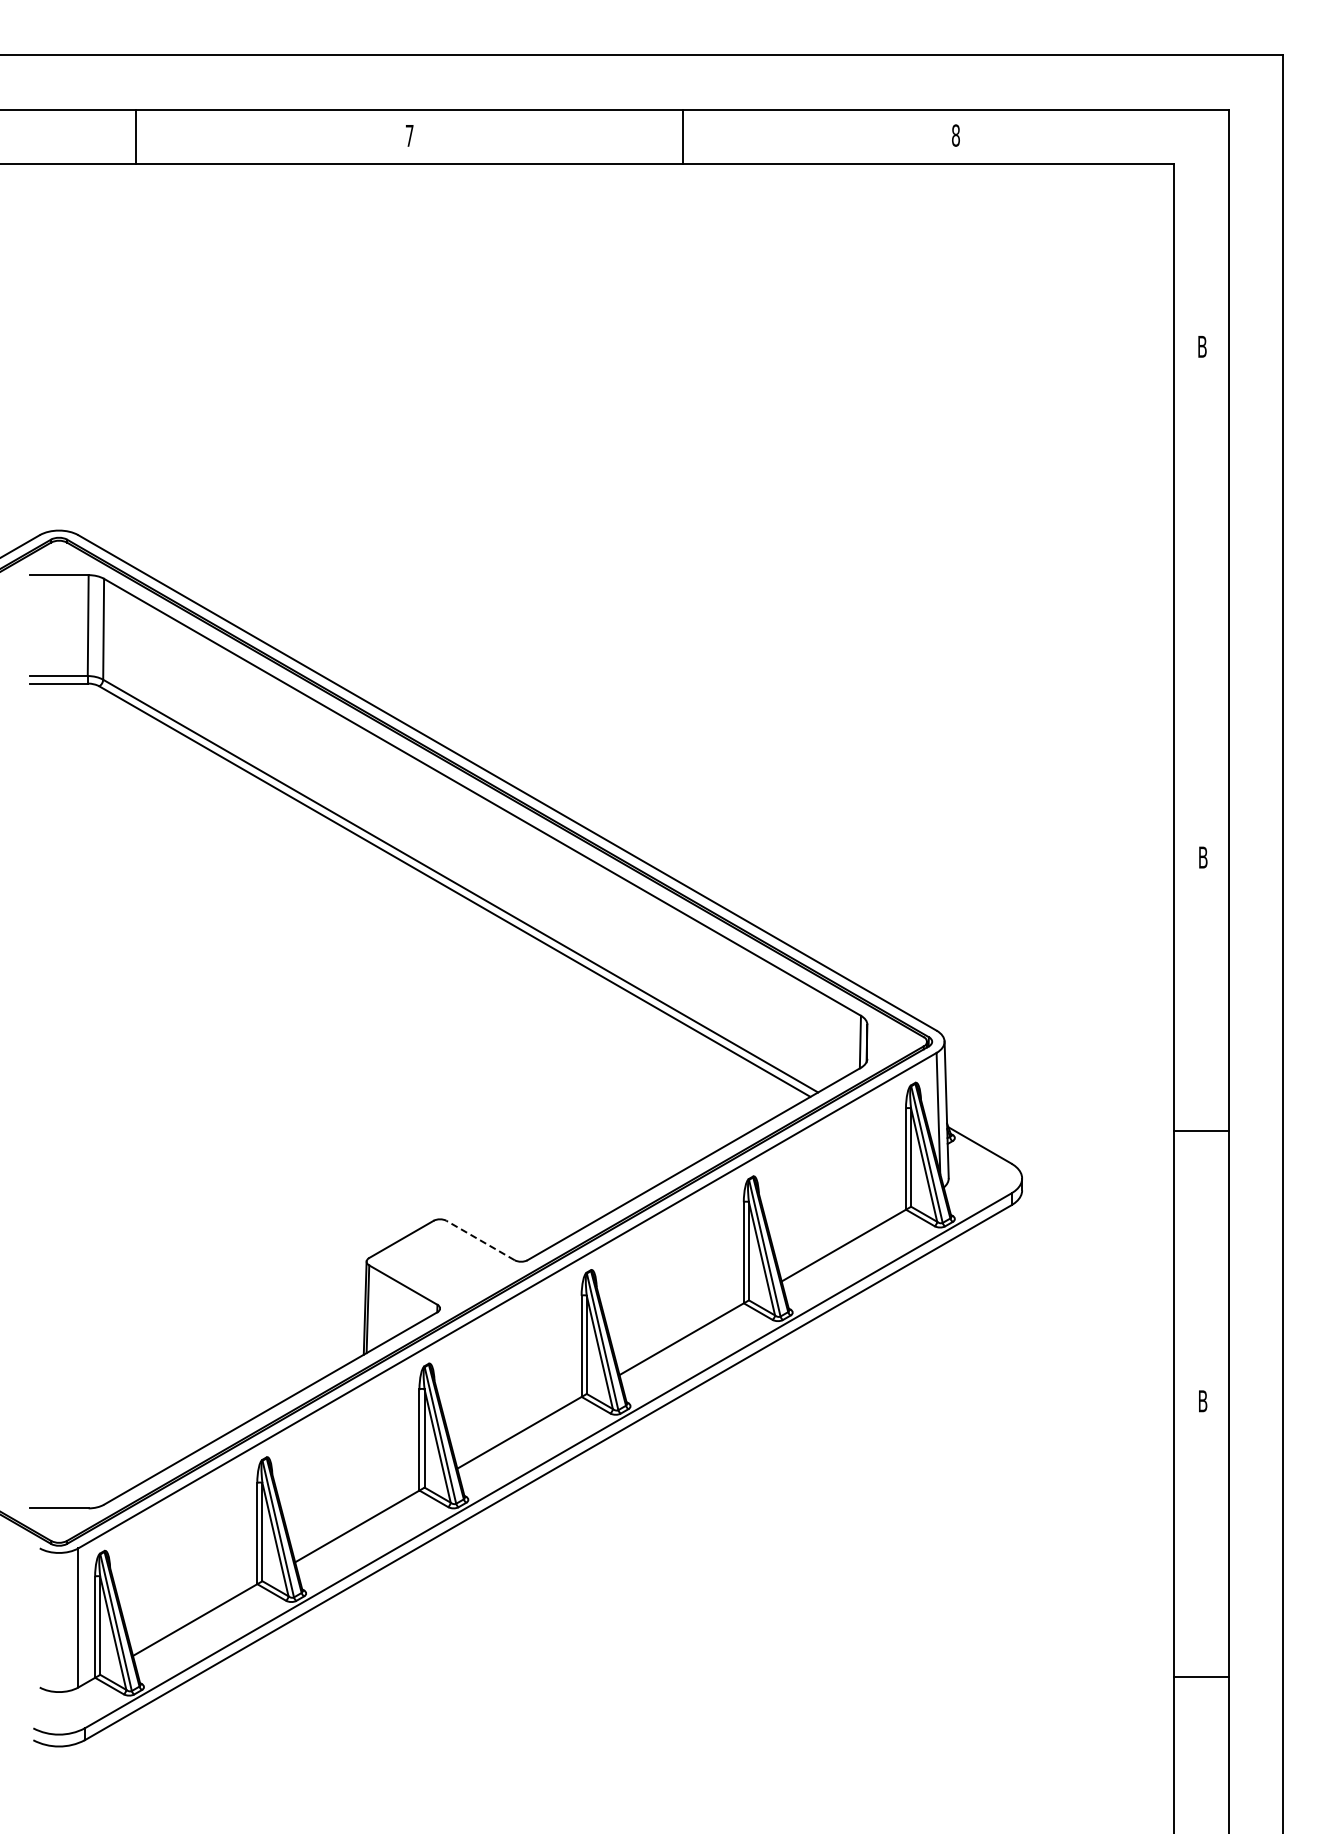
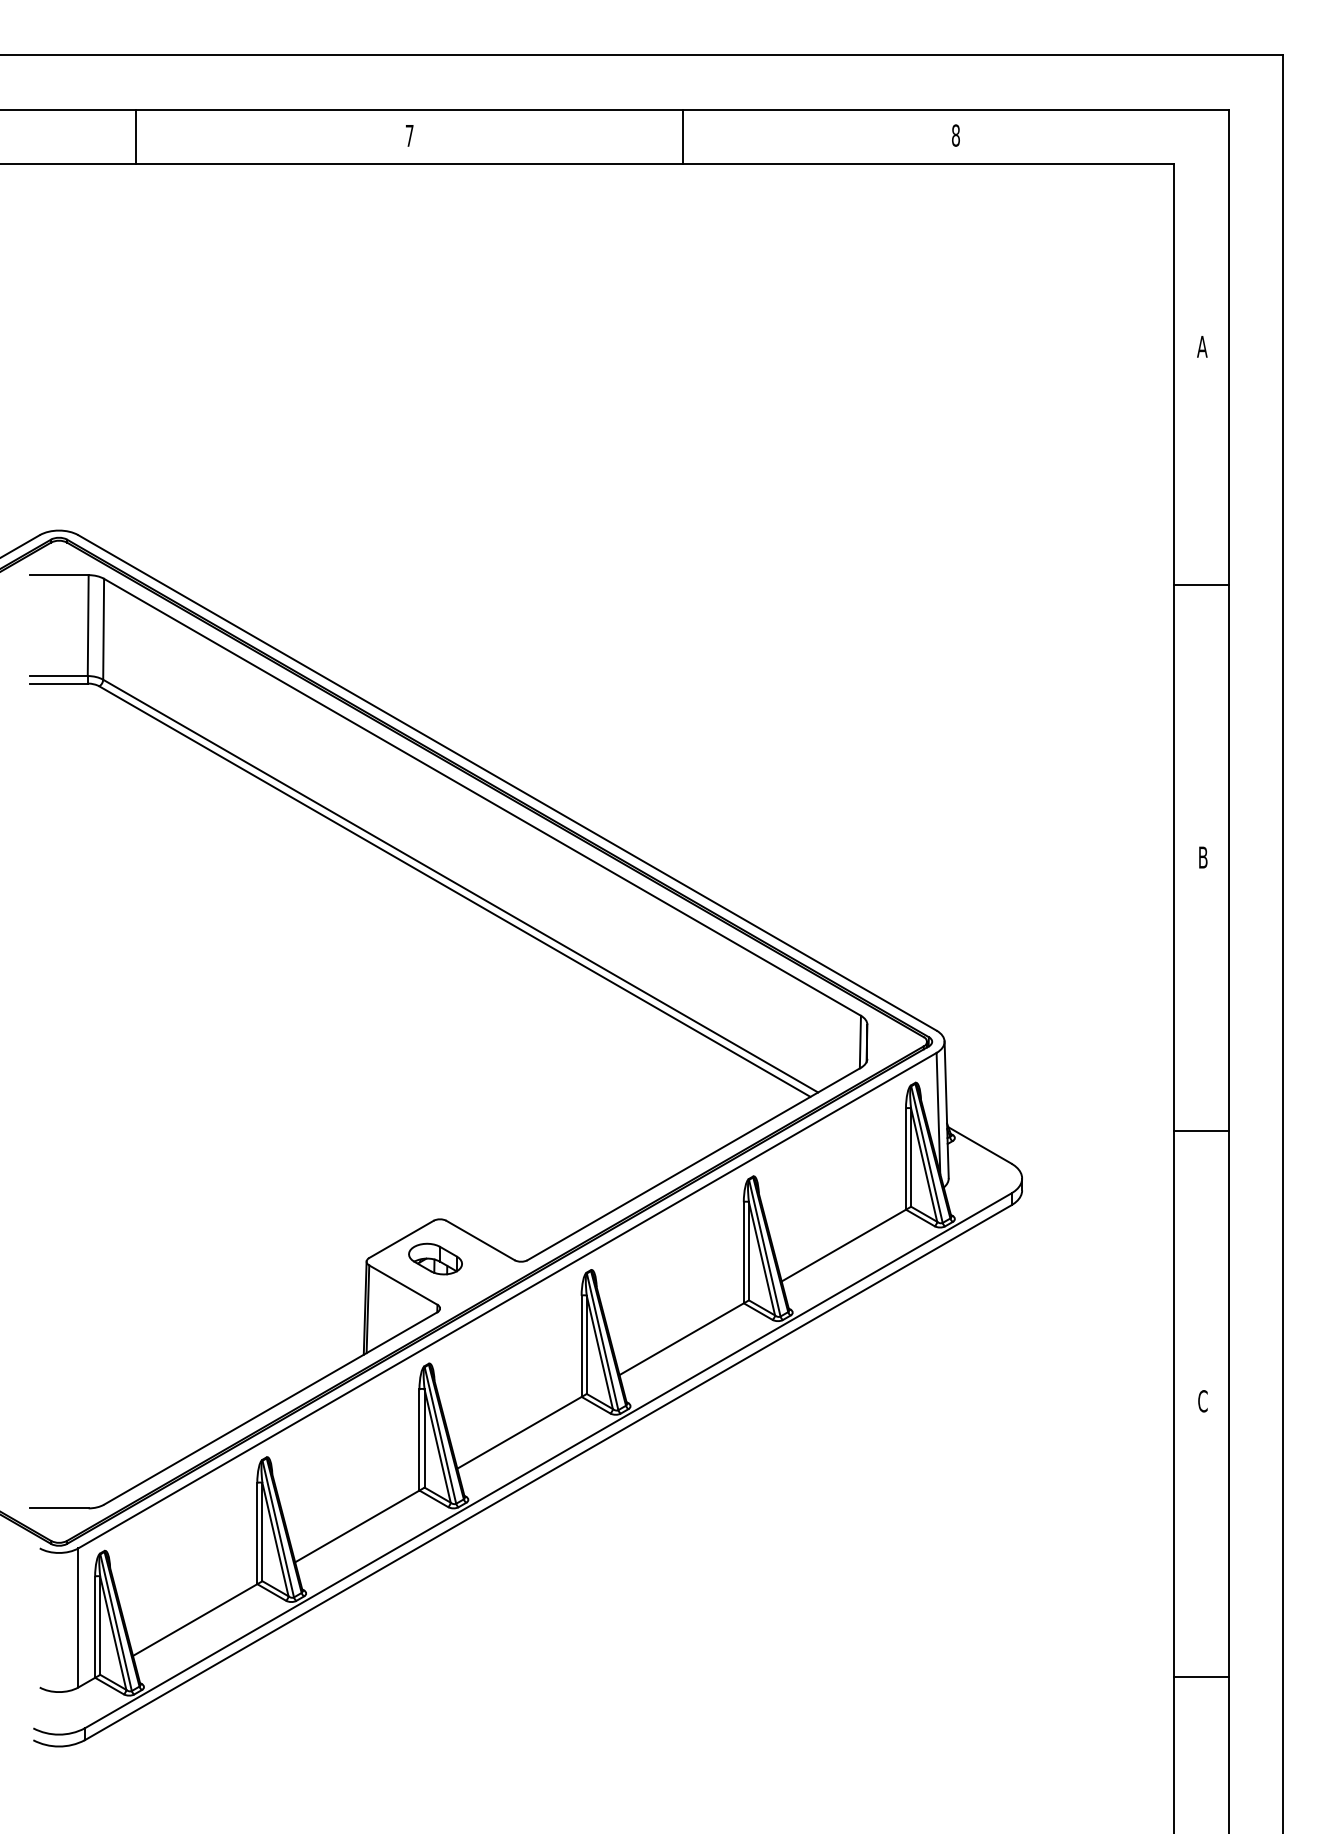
text at (1202, 346): B -> A
line at (1200, 584): none -> present
line at (480, 1240): dashed -> solid
part at (435, 1258): none -> present
text at (1202, 1401): B -> C
